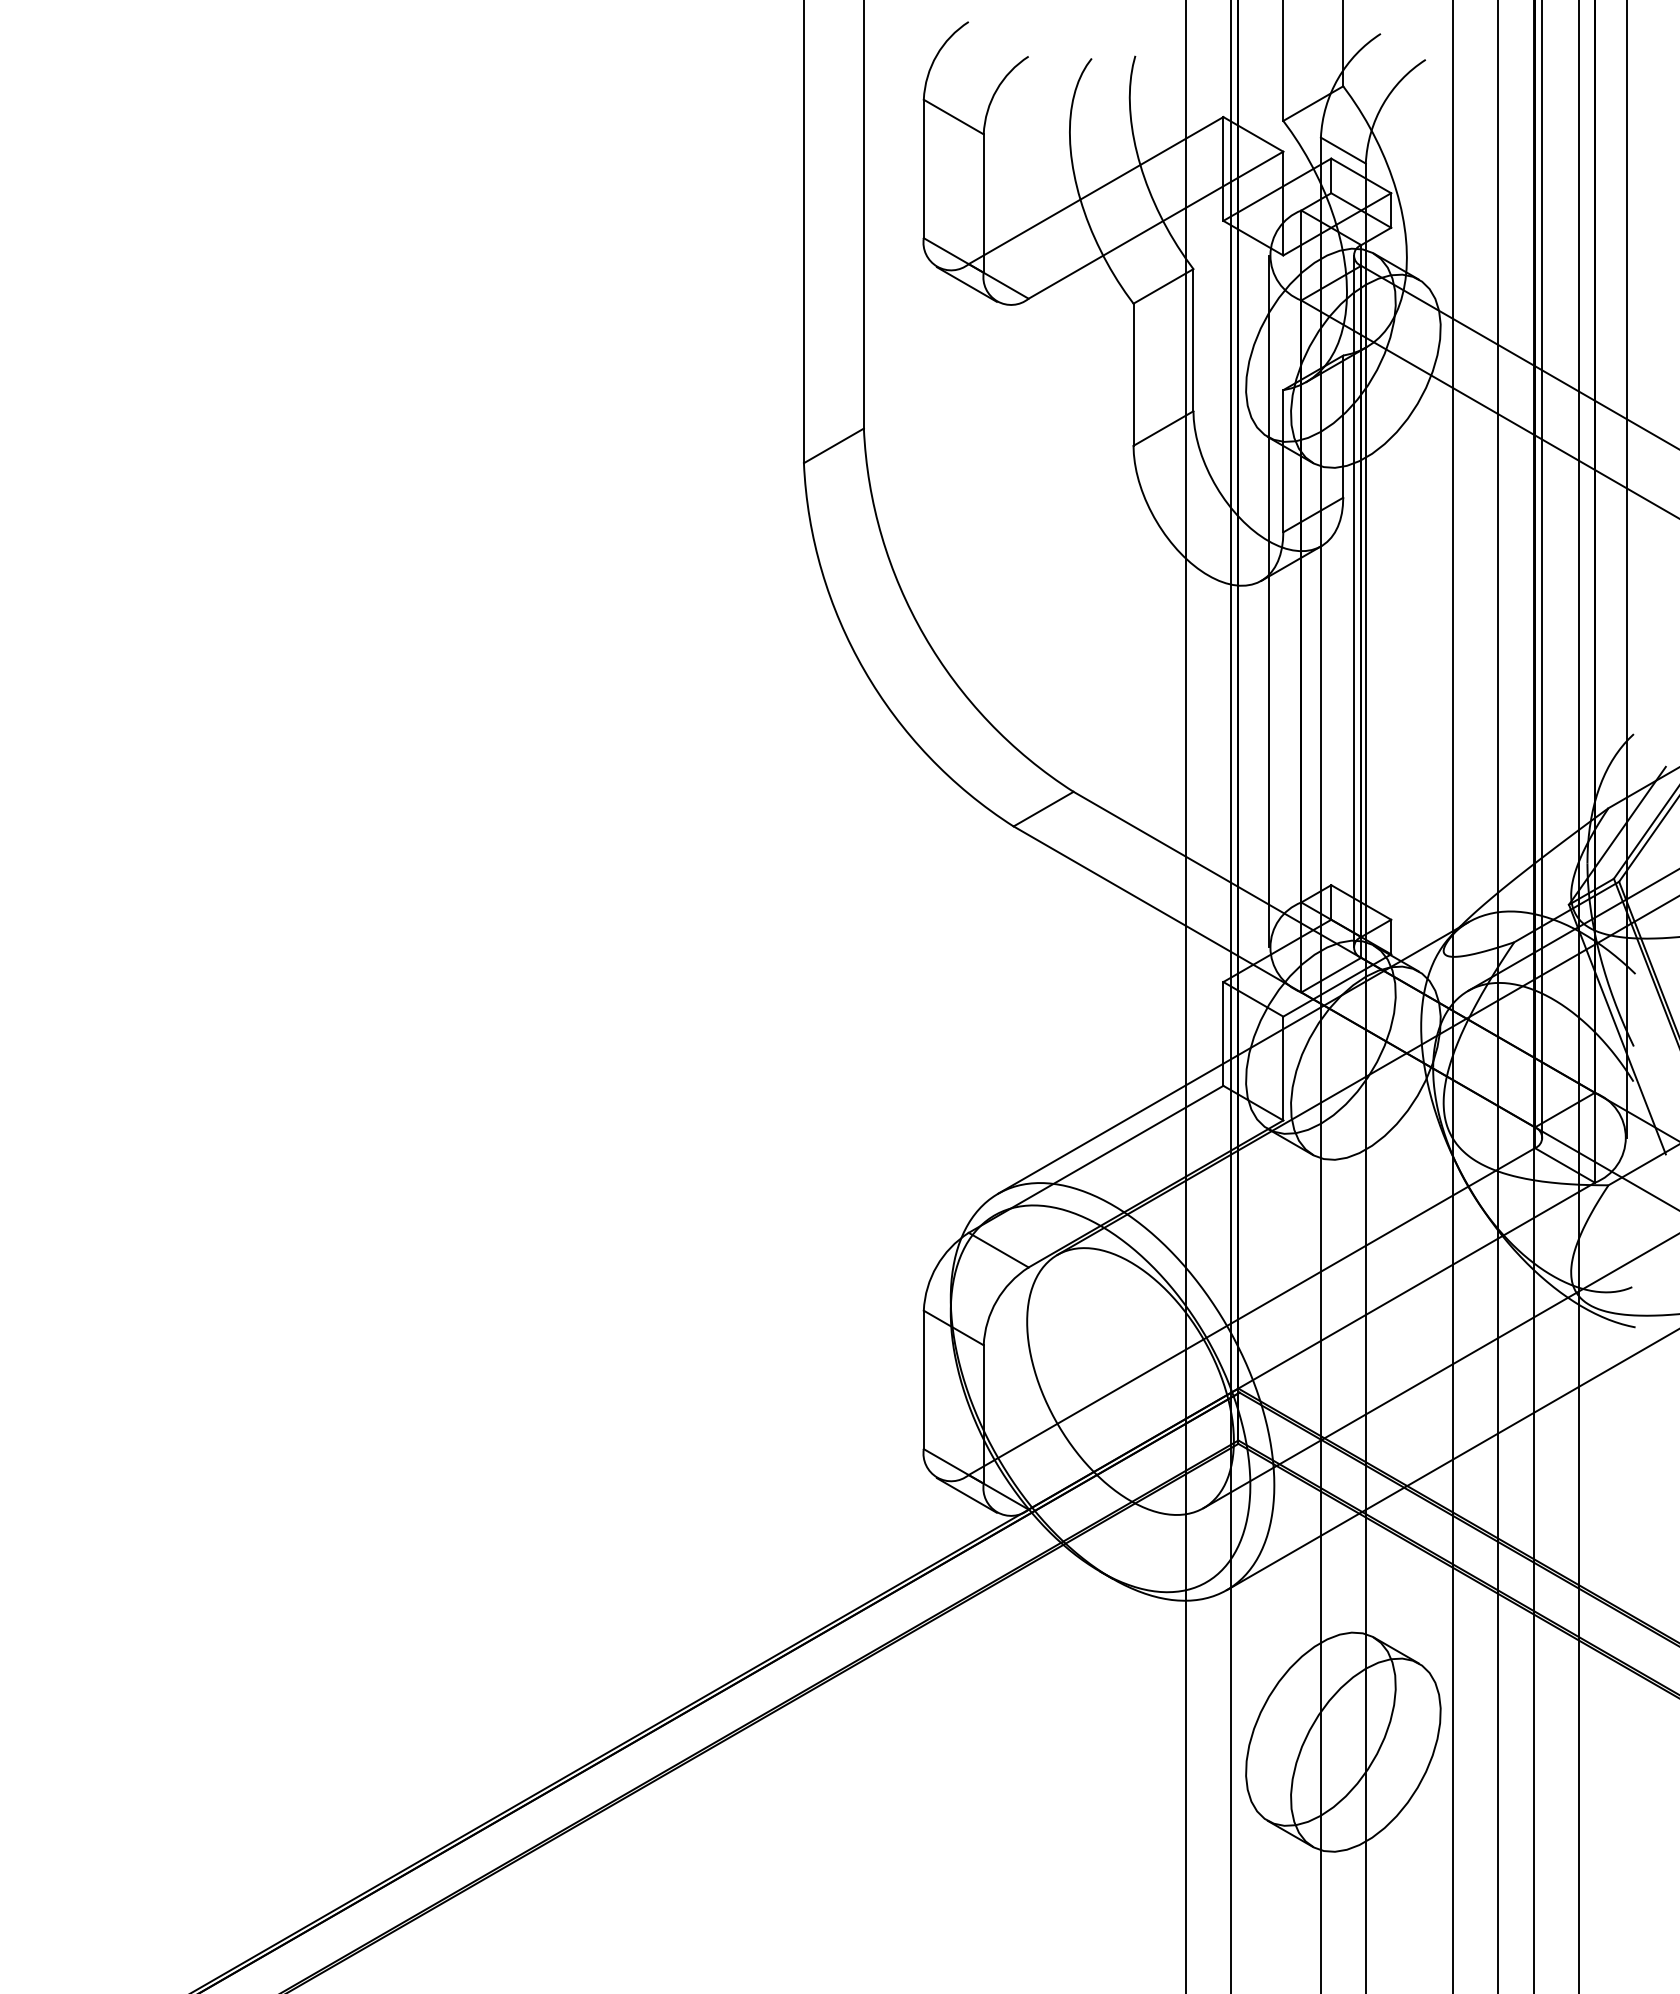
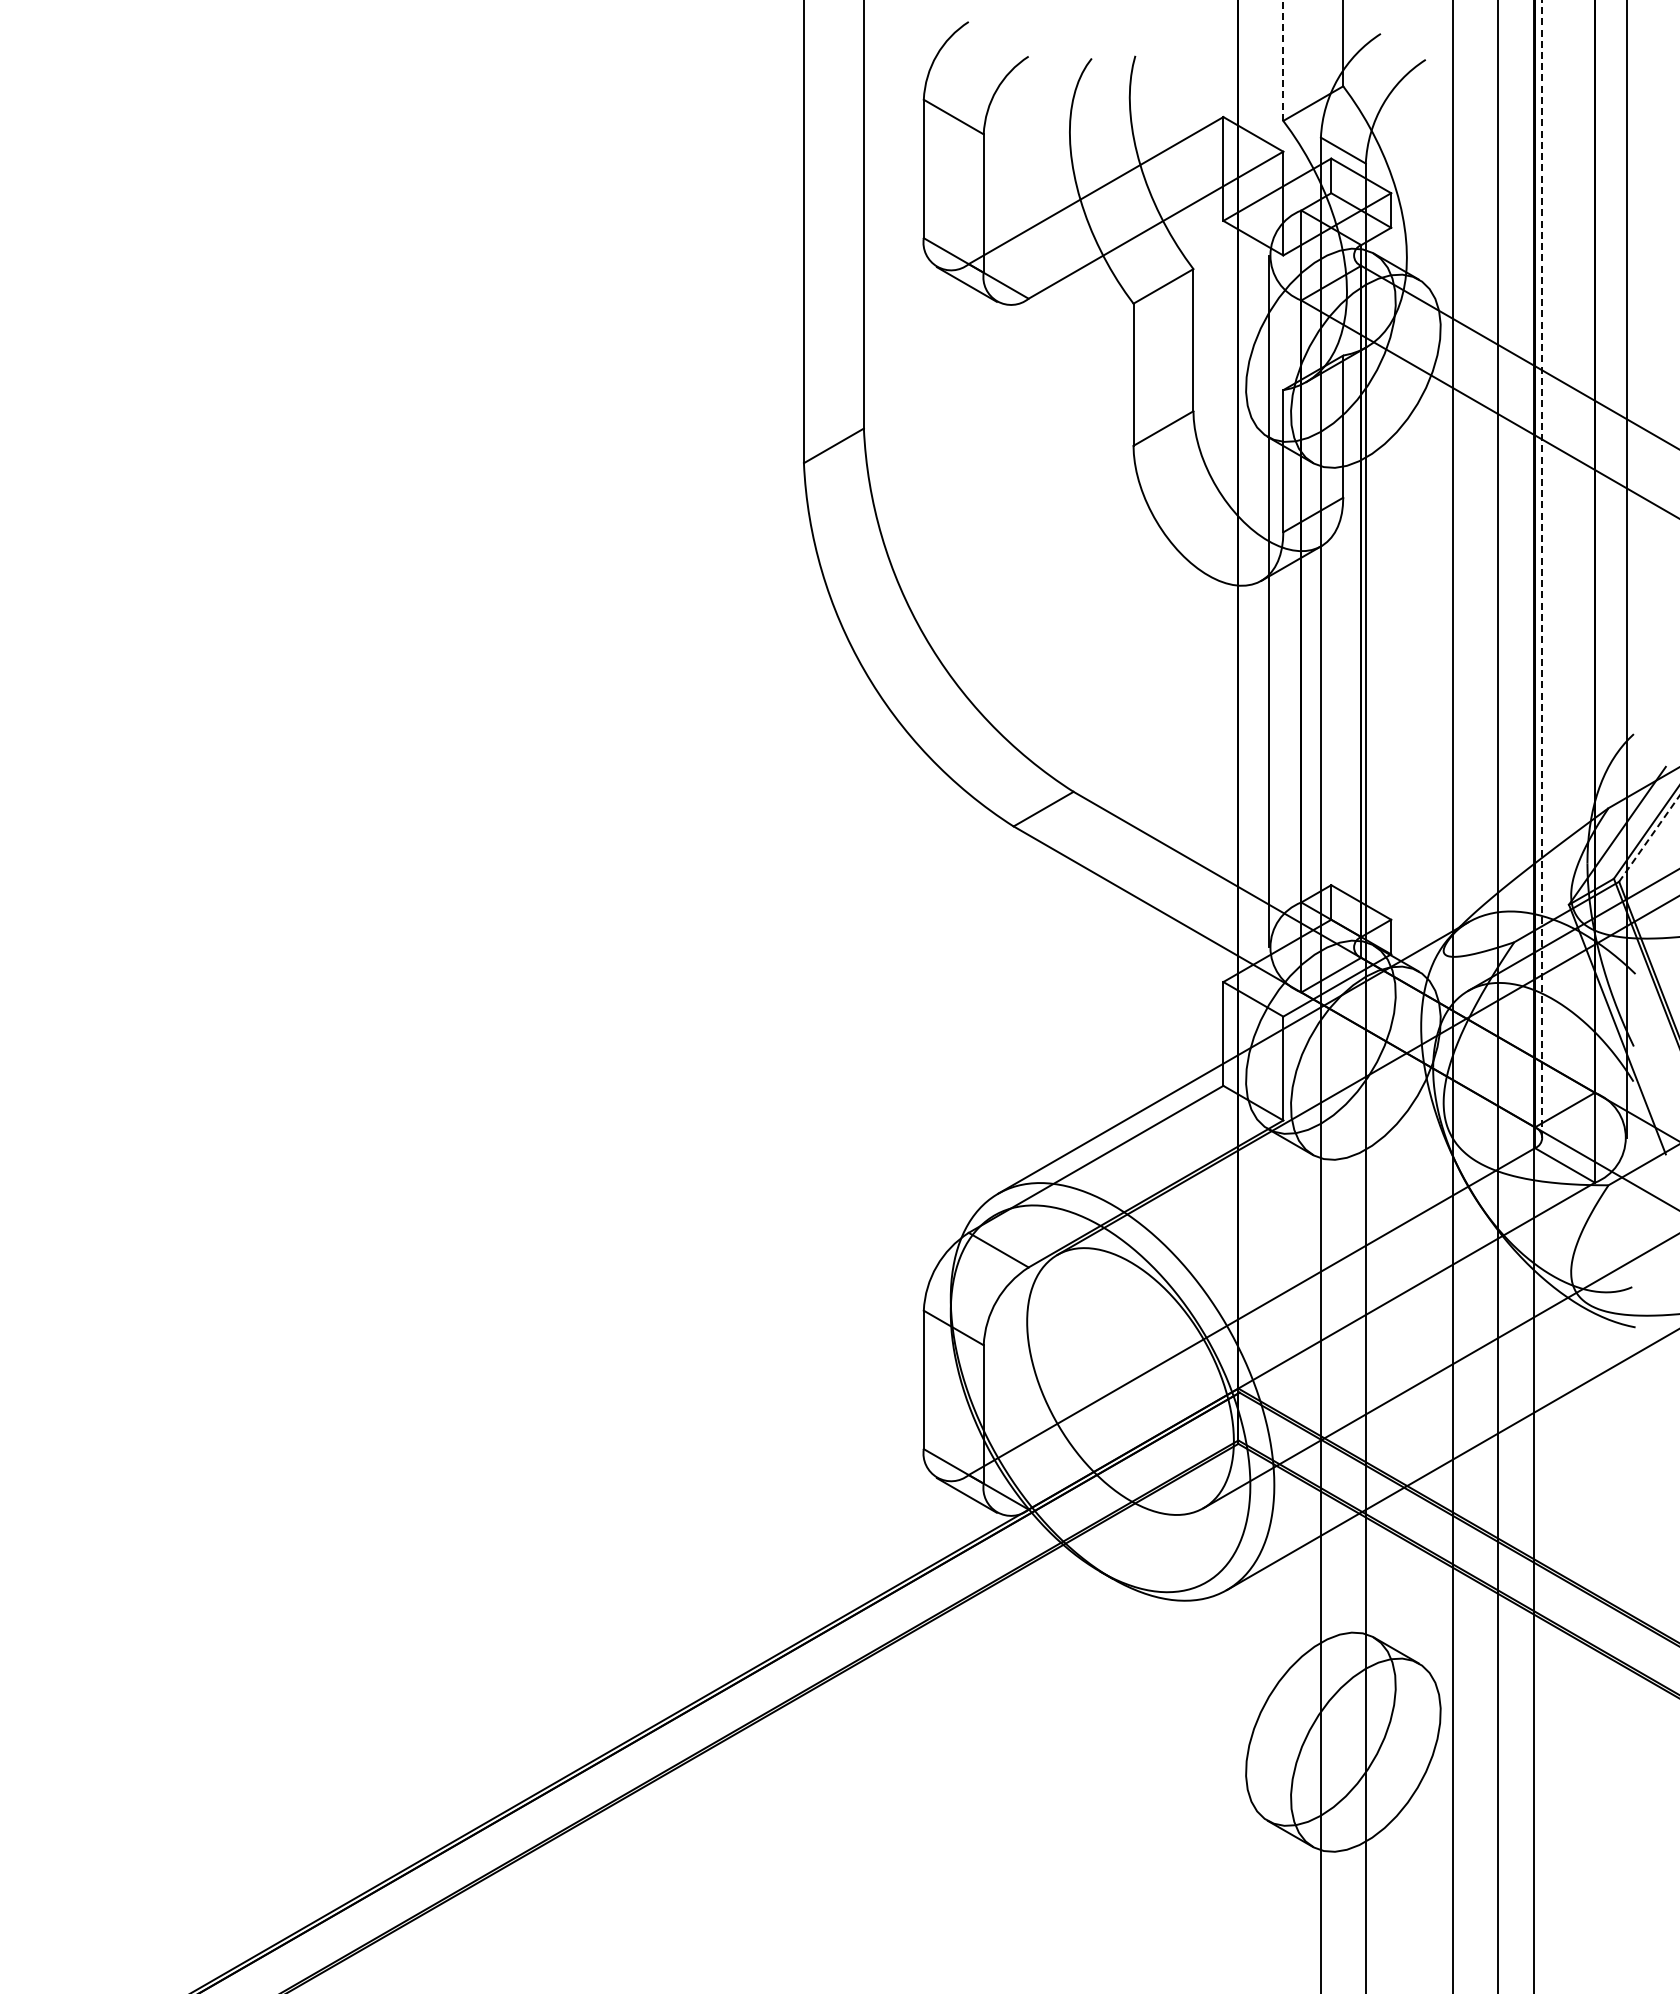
line at (1283, 60): solid -> dashed
line at (1542, 569): solid -> dashed
line at (1353, 601): present -> none
line at (1649, 839): solid -> dashed
line at (1186, 996): present -> none
line at (1231, 996): present -> none
line at (1578, 996): present -> none
